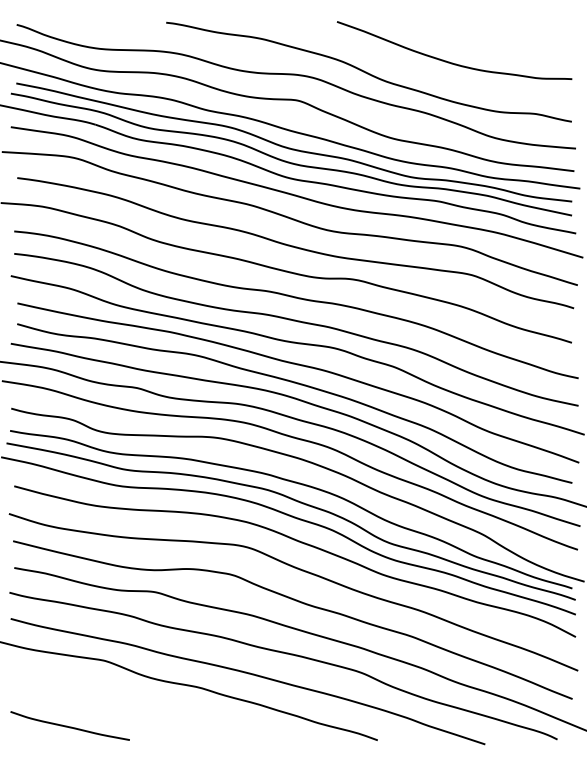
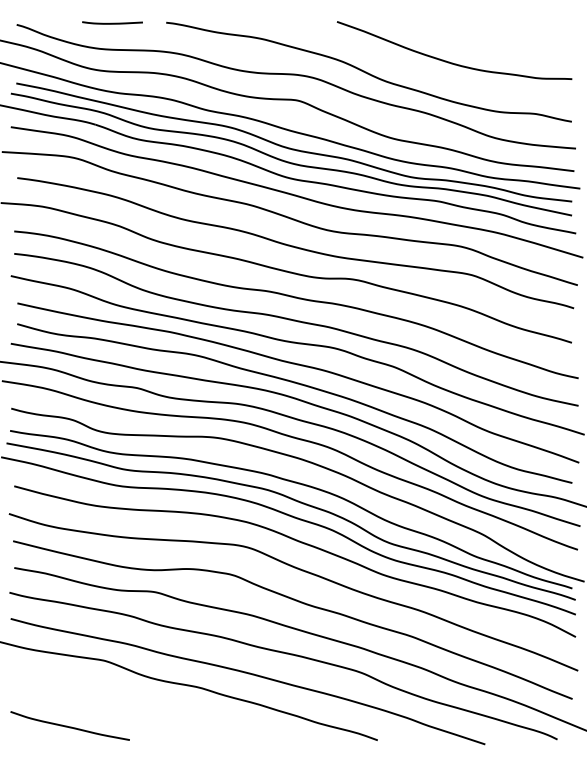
line at (112, 22): none -> present
